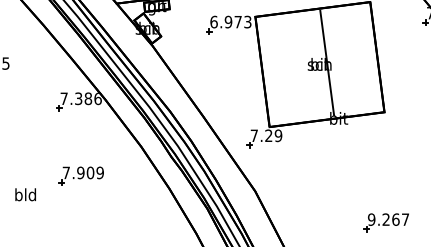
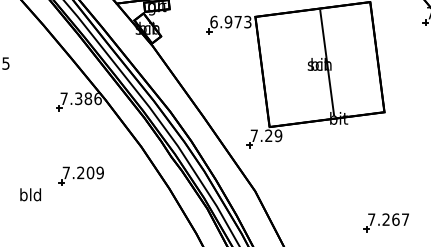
text at (80, 172): 7.909 -> 7.209
text at (25, 194) position: (25, 194) -> (30, 194)
text at (371, 219): 9.267 -> 7.267
